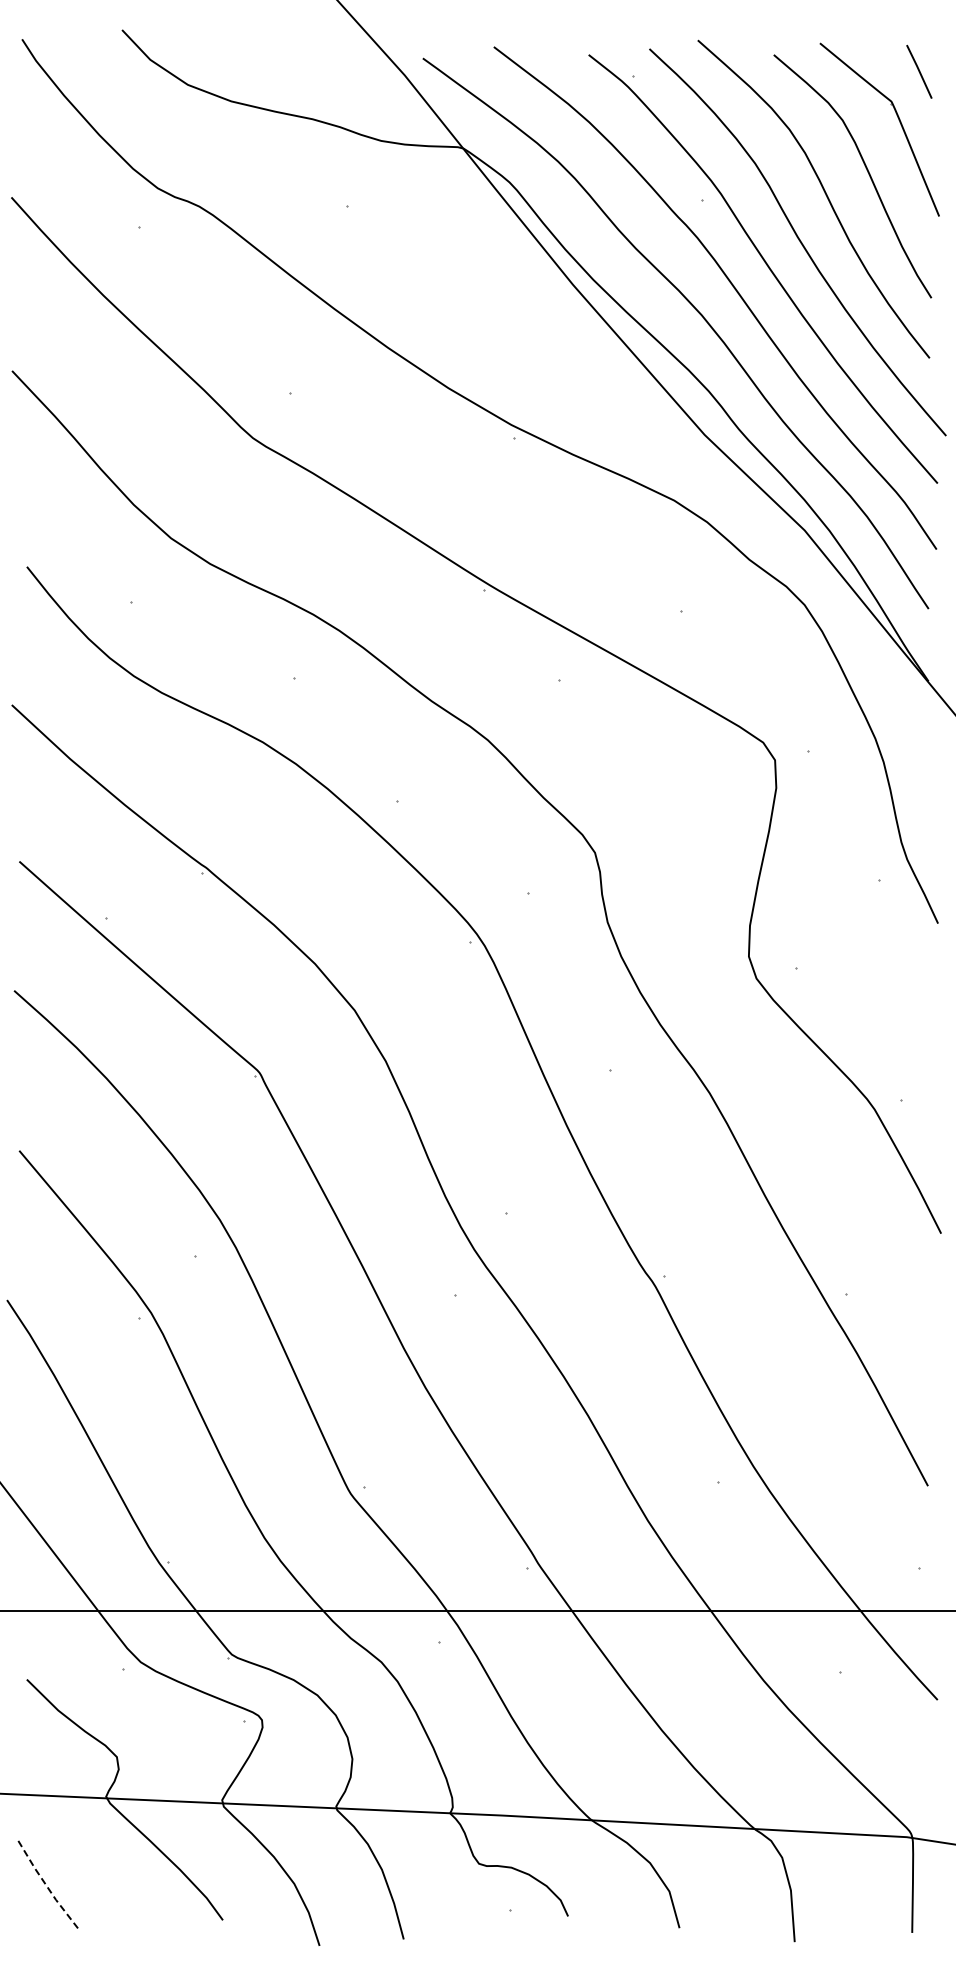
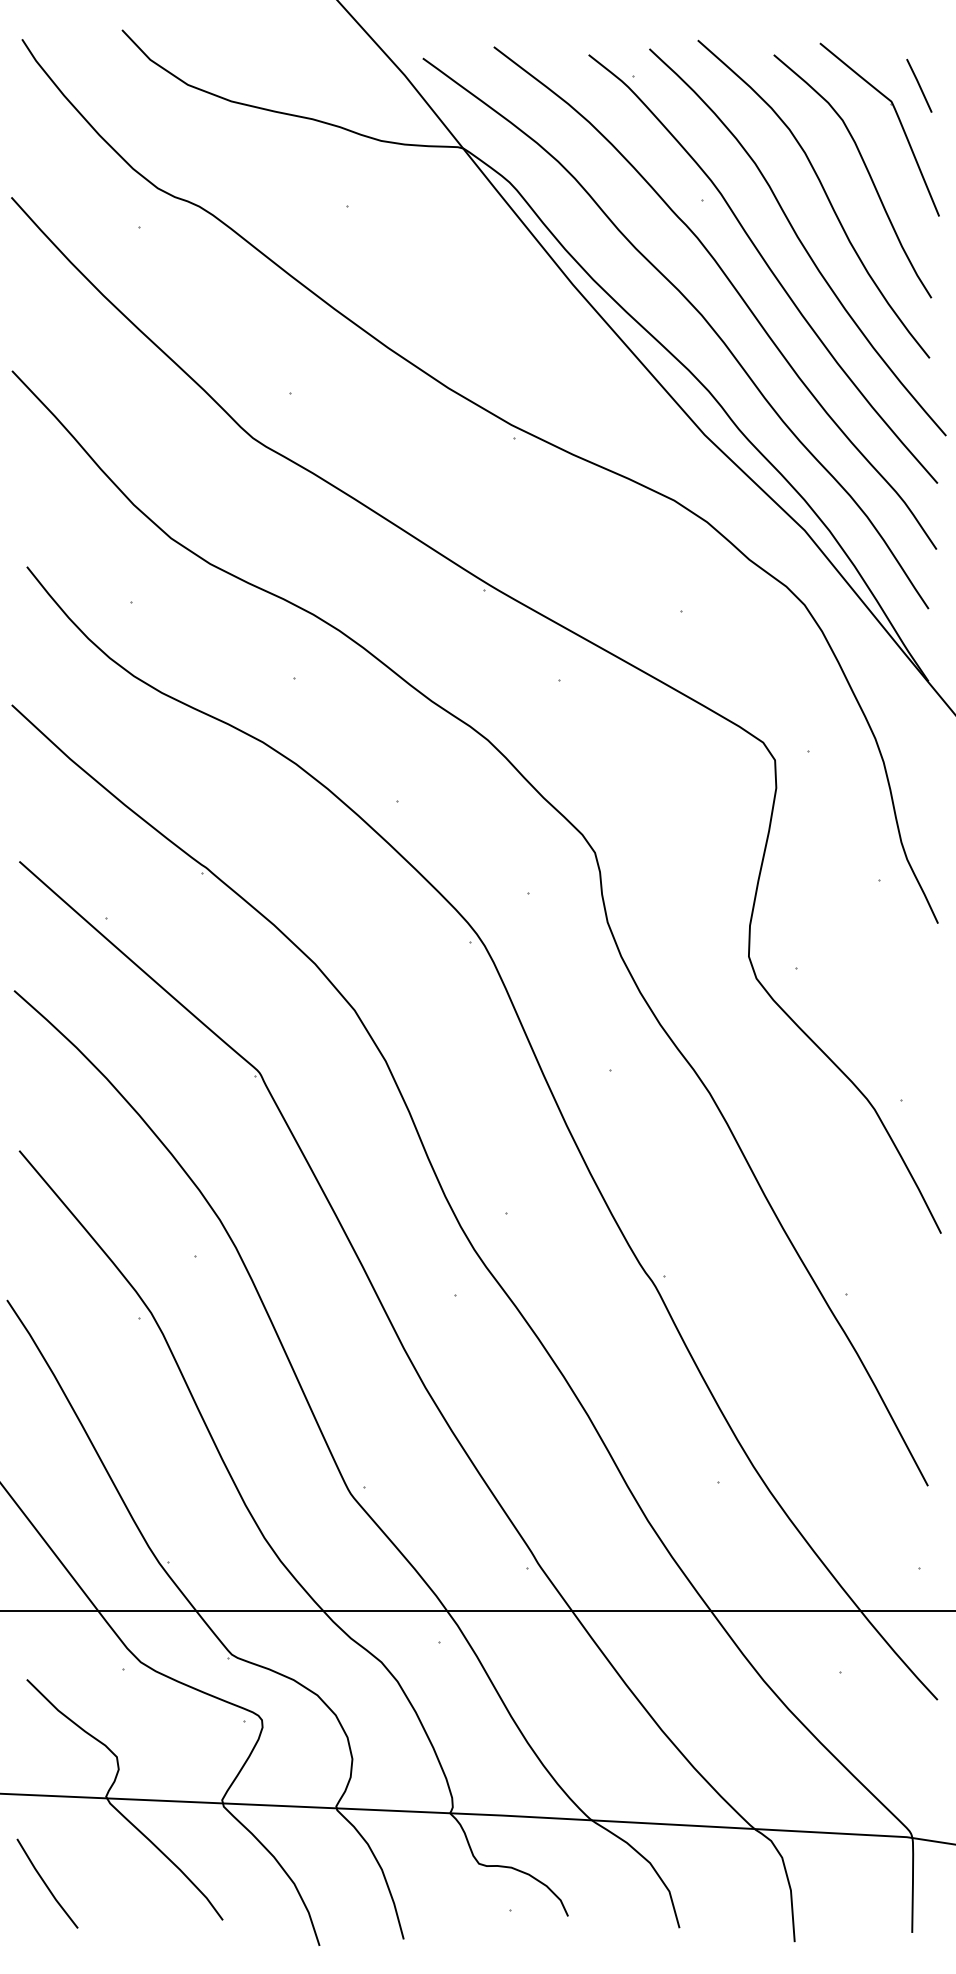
line at (919, 71) position: (919, 71) -> (919, 85)
line at (46, 1885): dashed -> solid
